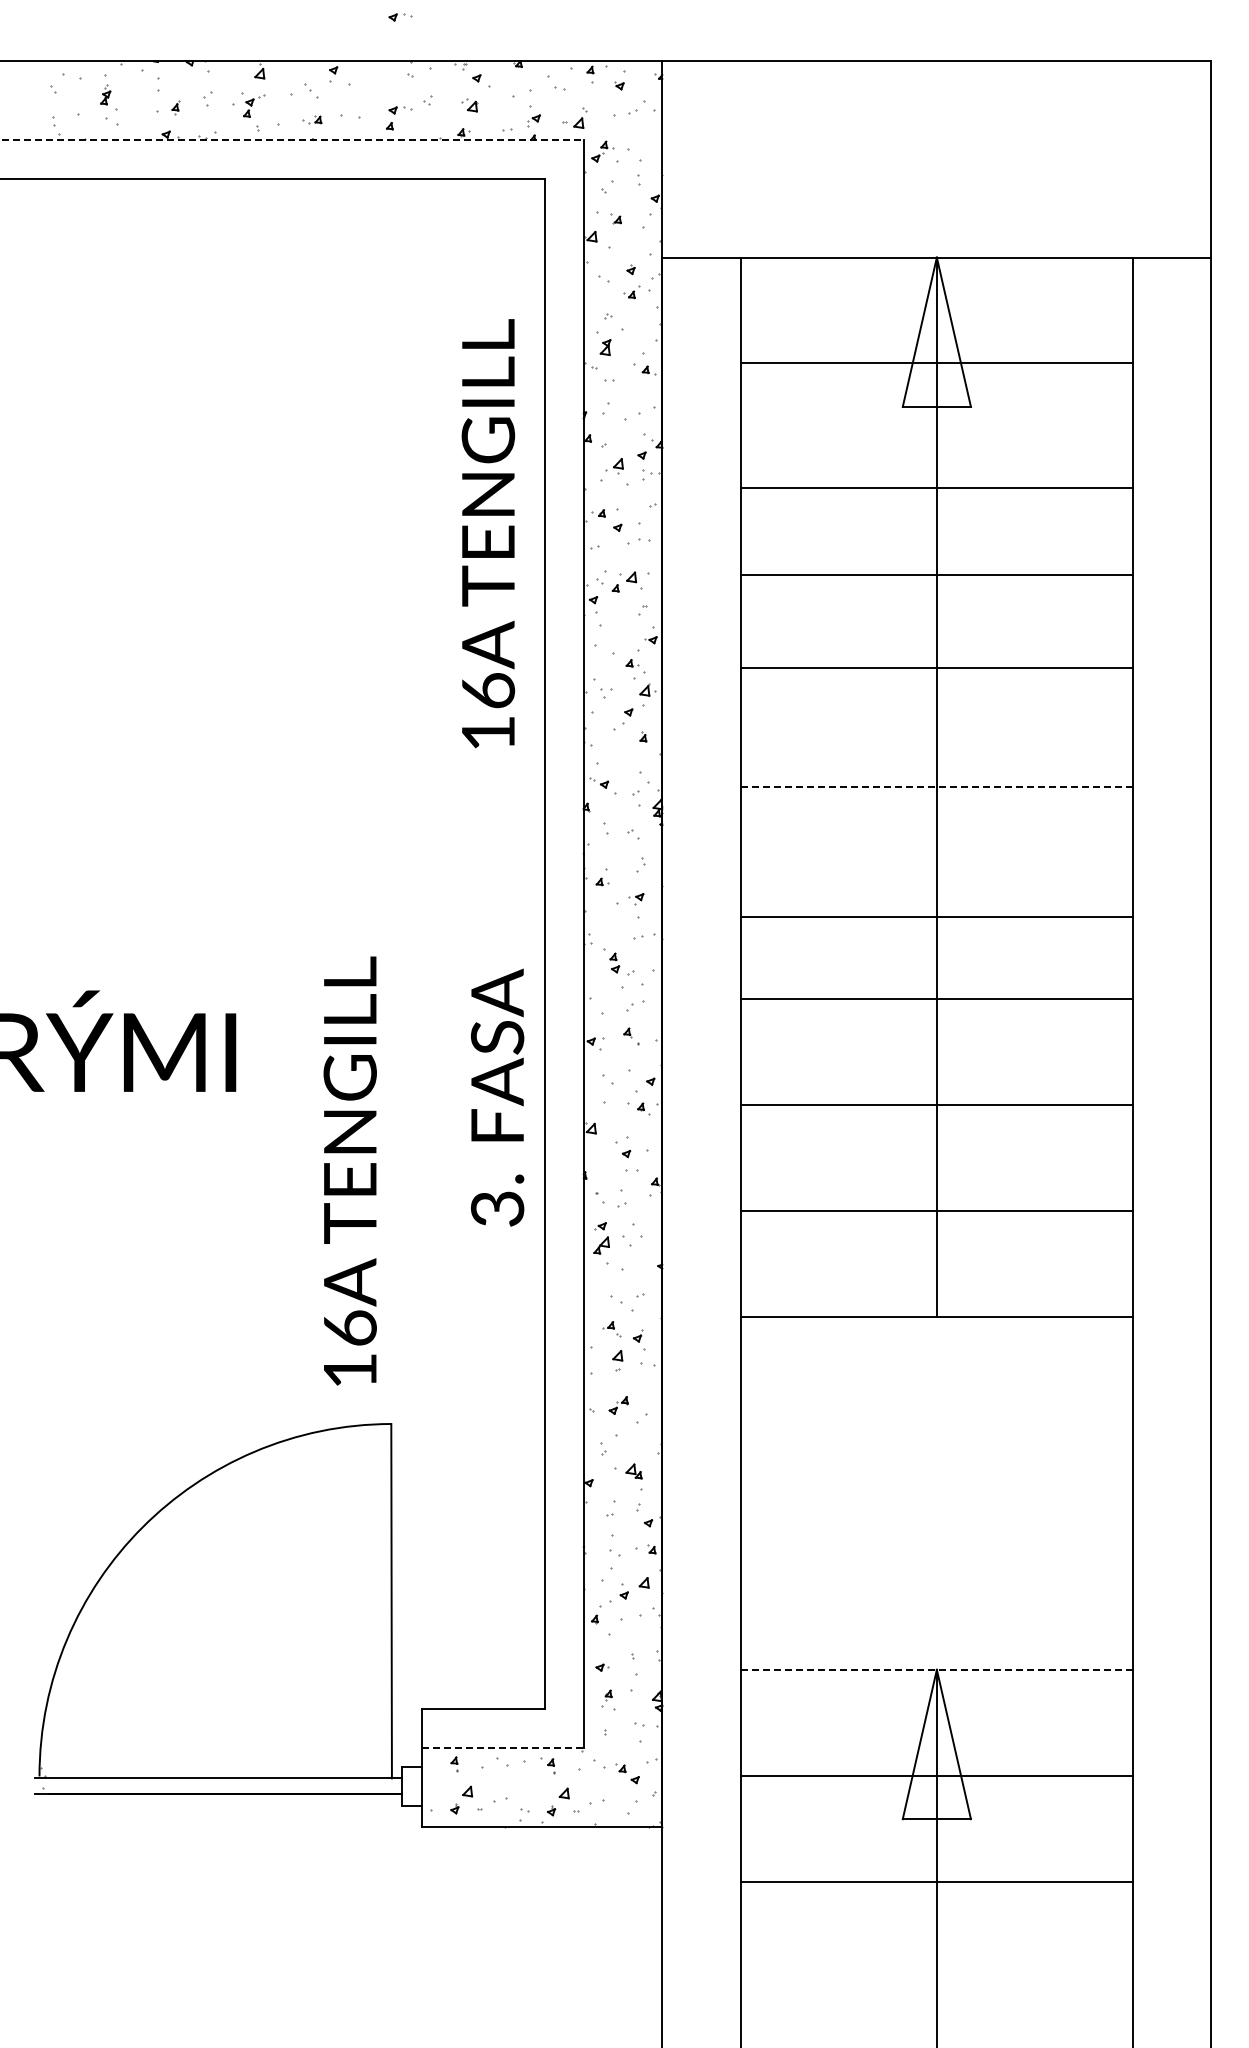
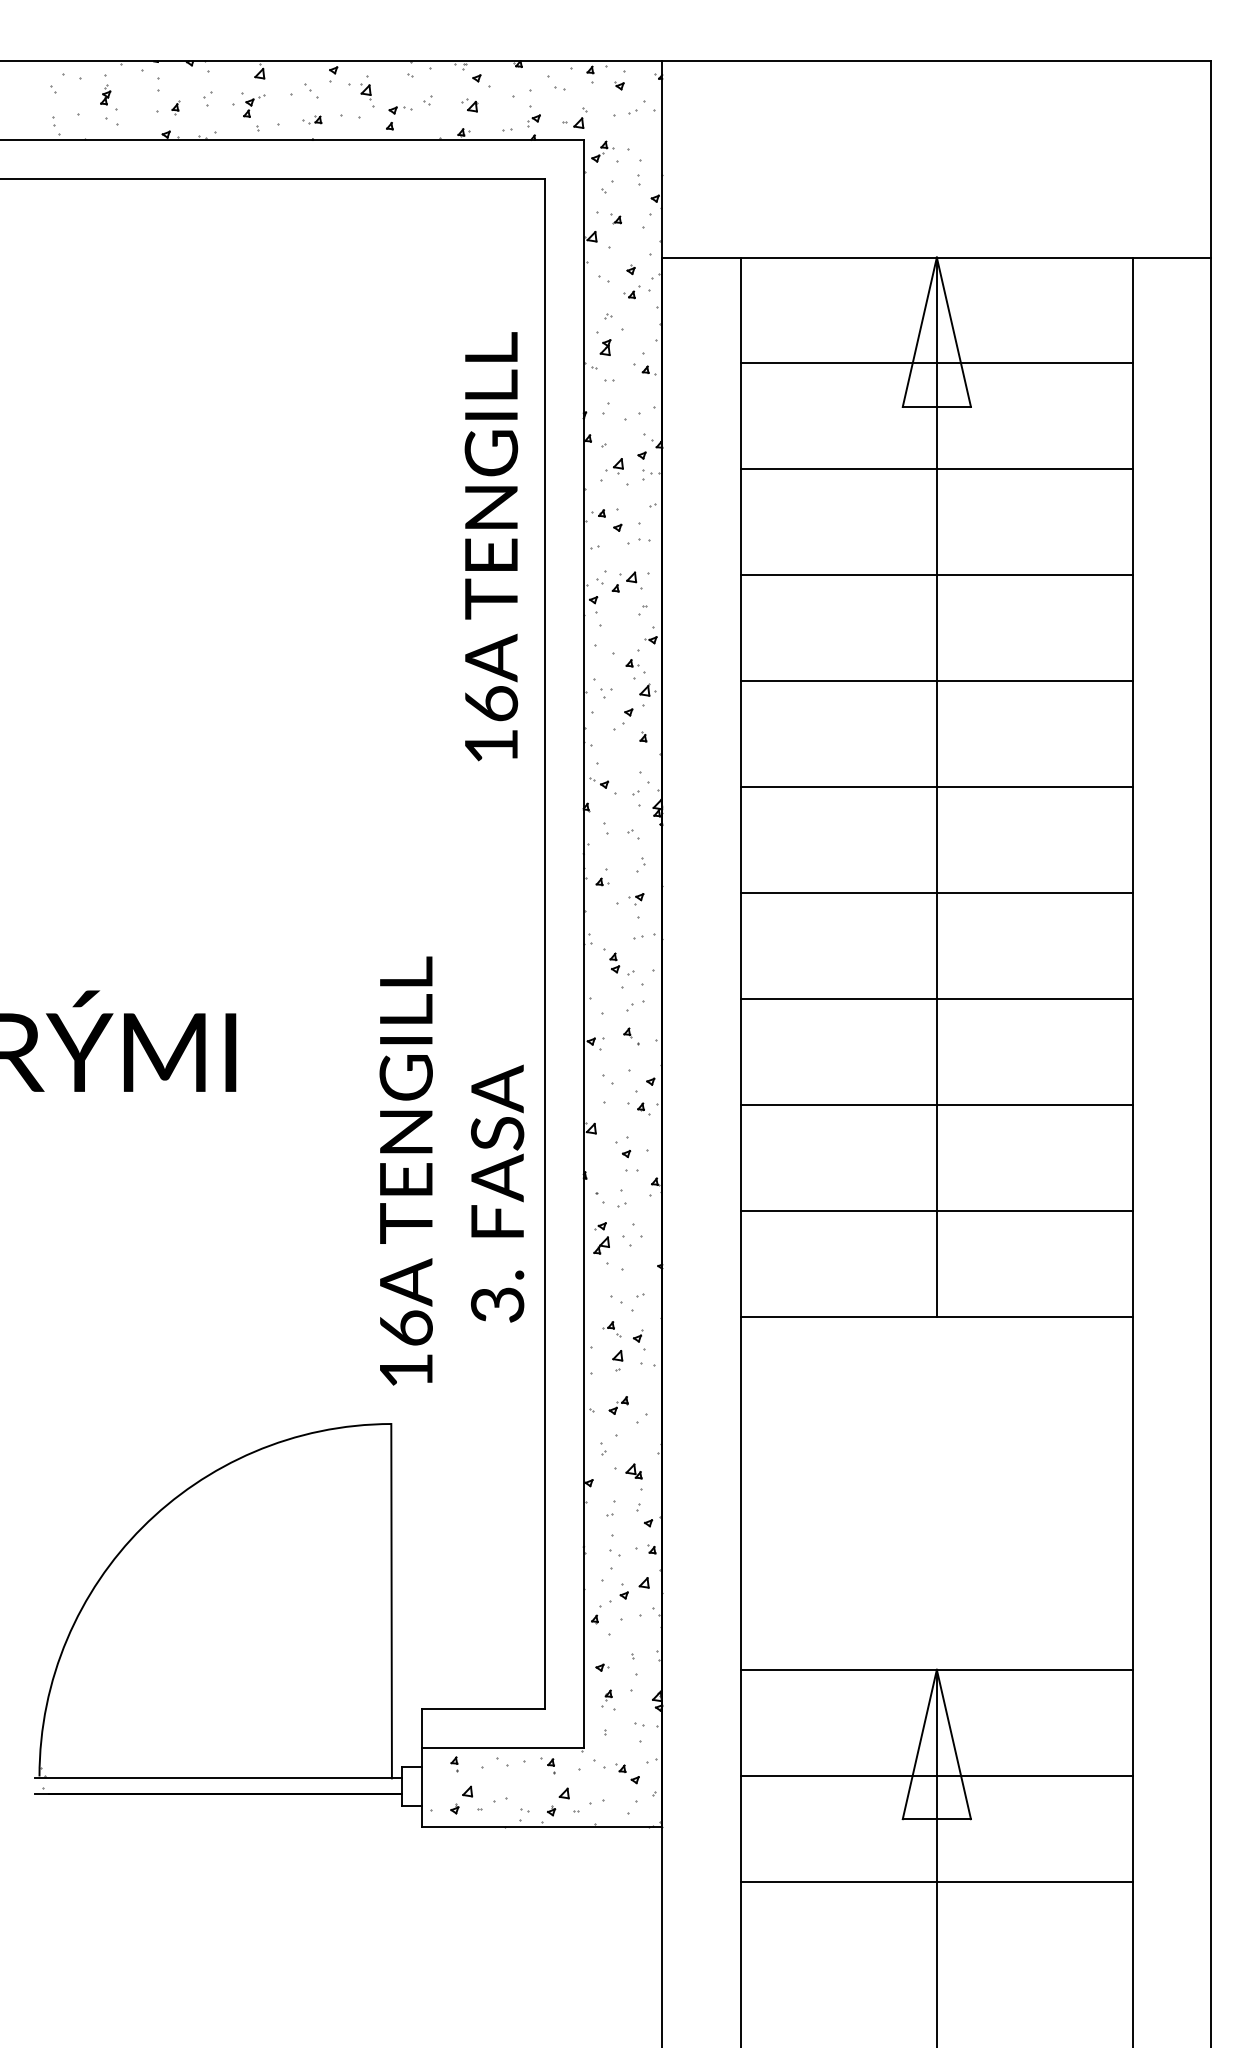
part at (400, 17): present -> none
part at (367, 91): none -> present
line at (291, 139): dashed -> solid
line at (936, 488) position: (936, 488) -> (936, 469)
text at (488, 533) position: (488, 533) -> (491, 546)
line at (936, 668) position: (936, 668) -> (936, 681)
line at (937, 787): dashed -> solid
line at (936, 917) position: (936, 917) -> (936, 893)
text at (497, 1097) position: (497, 1097) -> (497, 1193)
text at (349, 1170) position: (349, 1170) -> (405, 1170)
line at (937, 1669): dashed -> solid
line at (502, 1748): dashed -> solid
